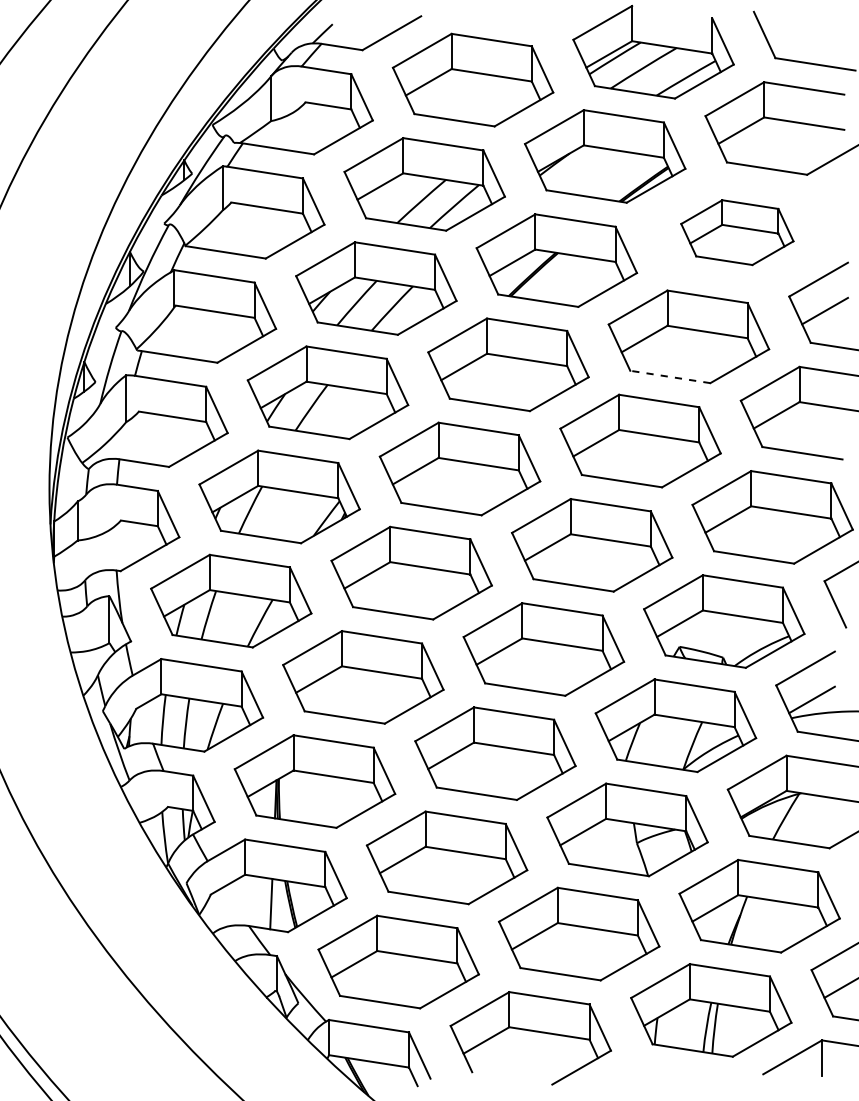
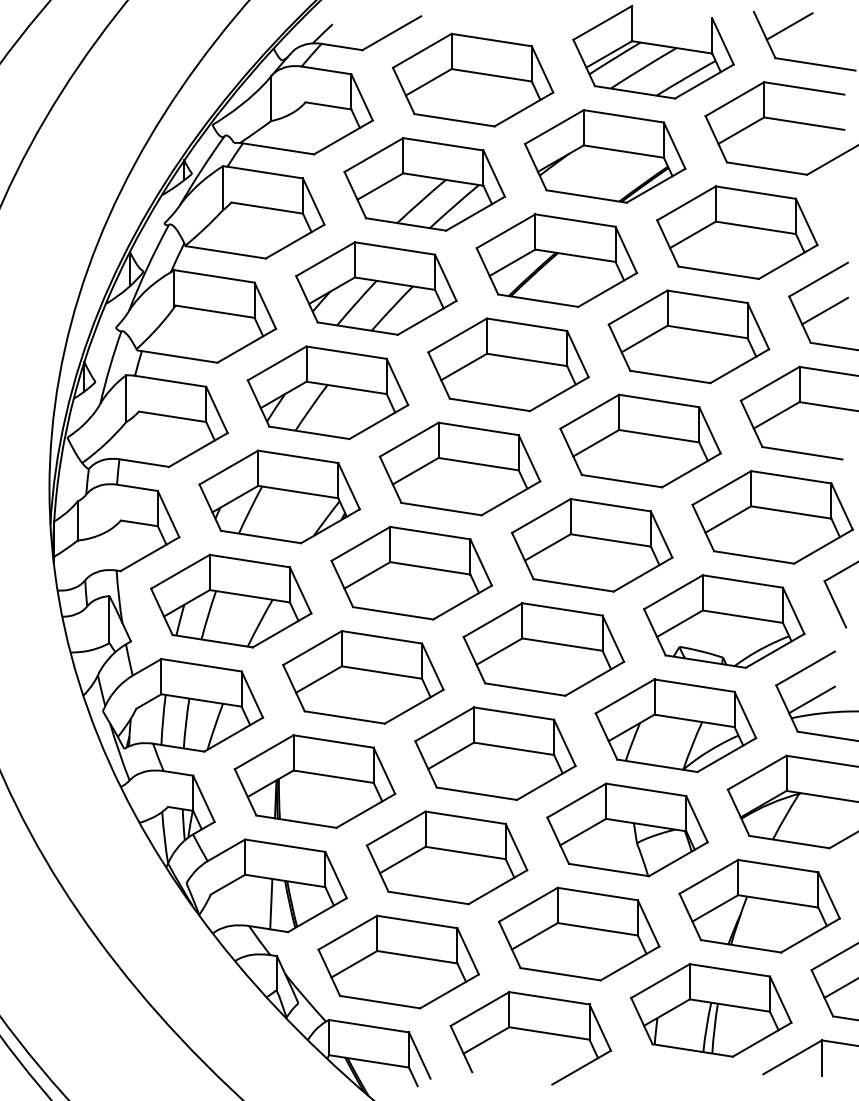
line at (789, 26): none -> present
part at (737, 232) size: 115x68 px -> 163x95 px
line at (670, 376): dashed -> solid
